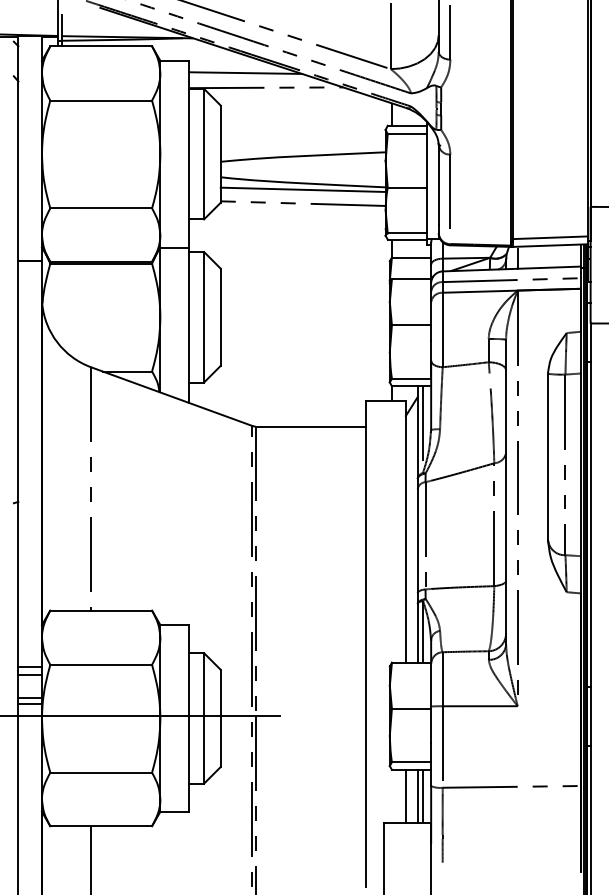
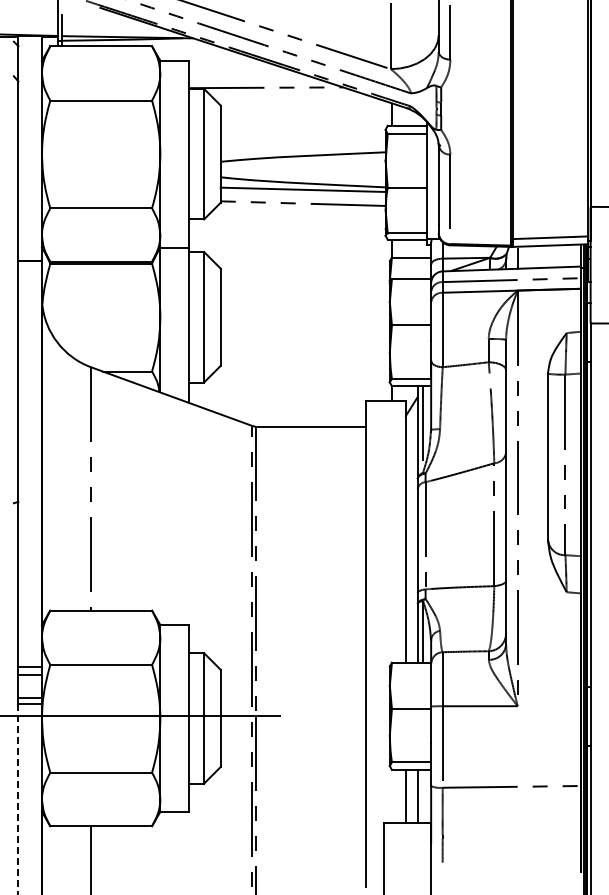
line at (245, 72): present -> none
line at (423, 795): present -> none
line at (18, 800): solid -> dashed
